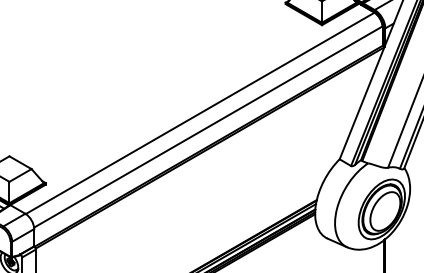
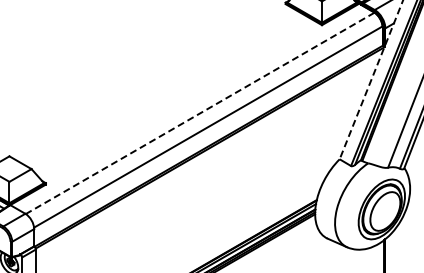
line at (371, 80): solid -> dashed
line at (199, 113): solid -> dashed
